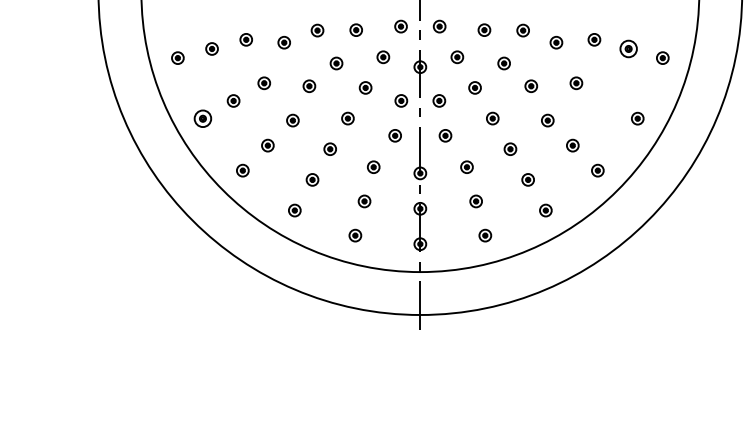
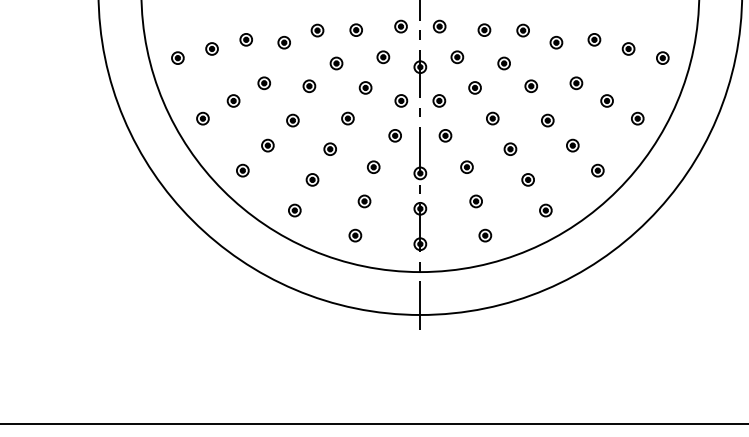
part at (628, 48) size: 19x20 px -> 15x14 px
part at (606, 100): none -> present
part at (202, 118) size: 20x19 px -> 14x15 px
line at (373, 423): none -> present
